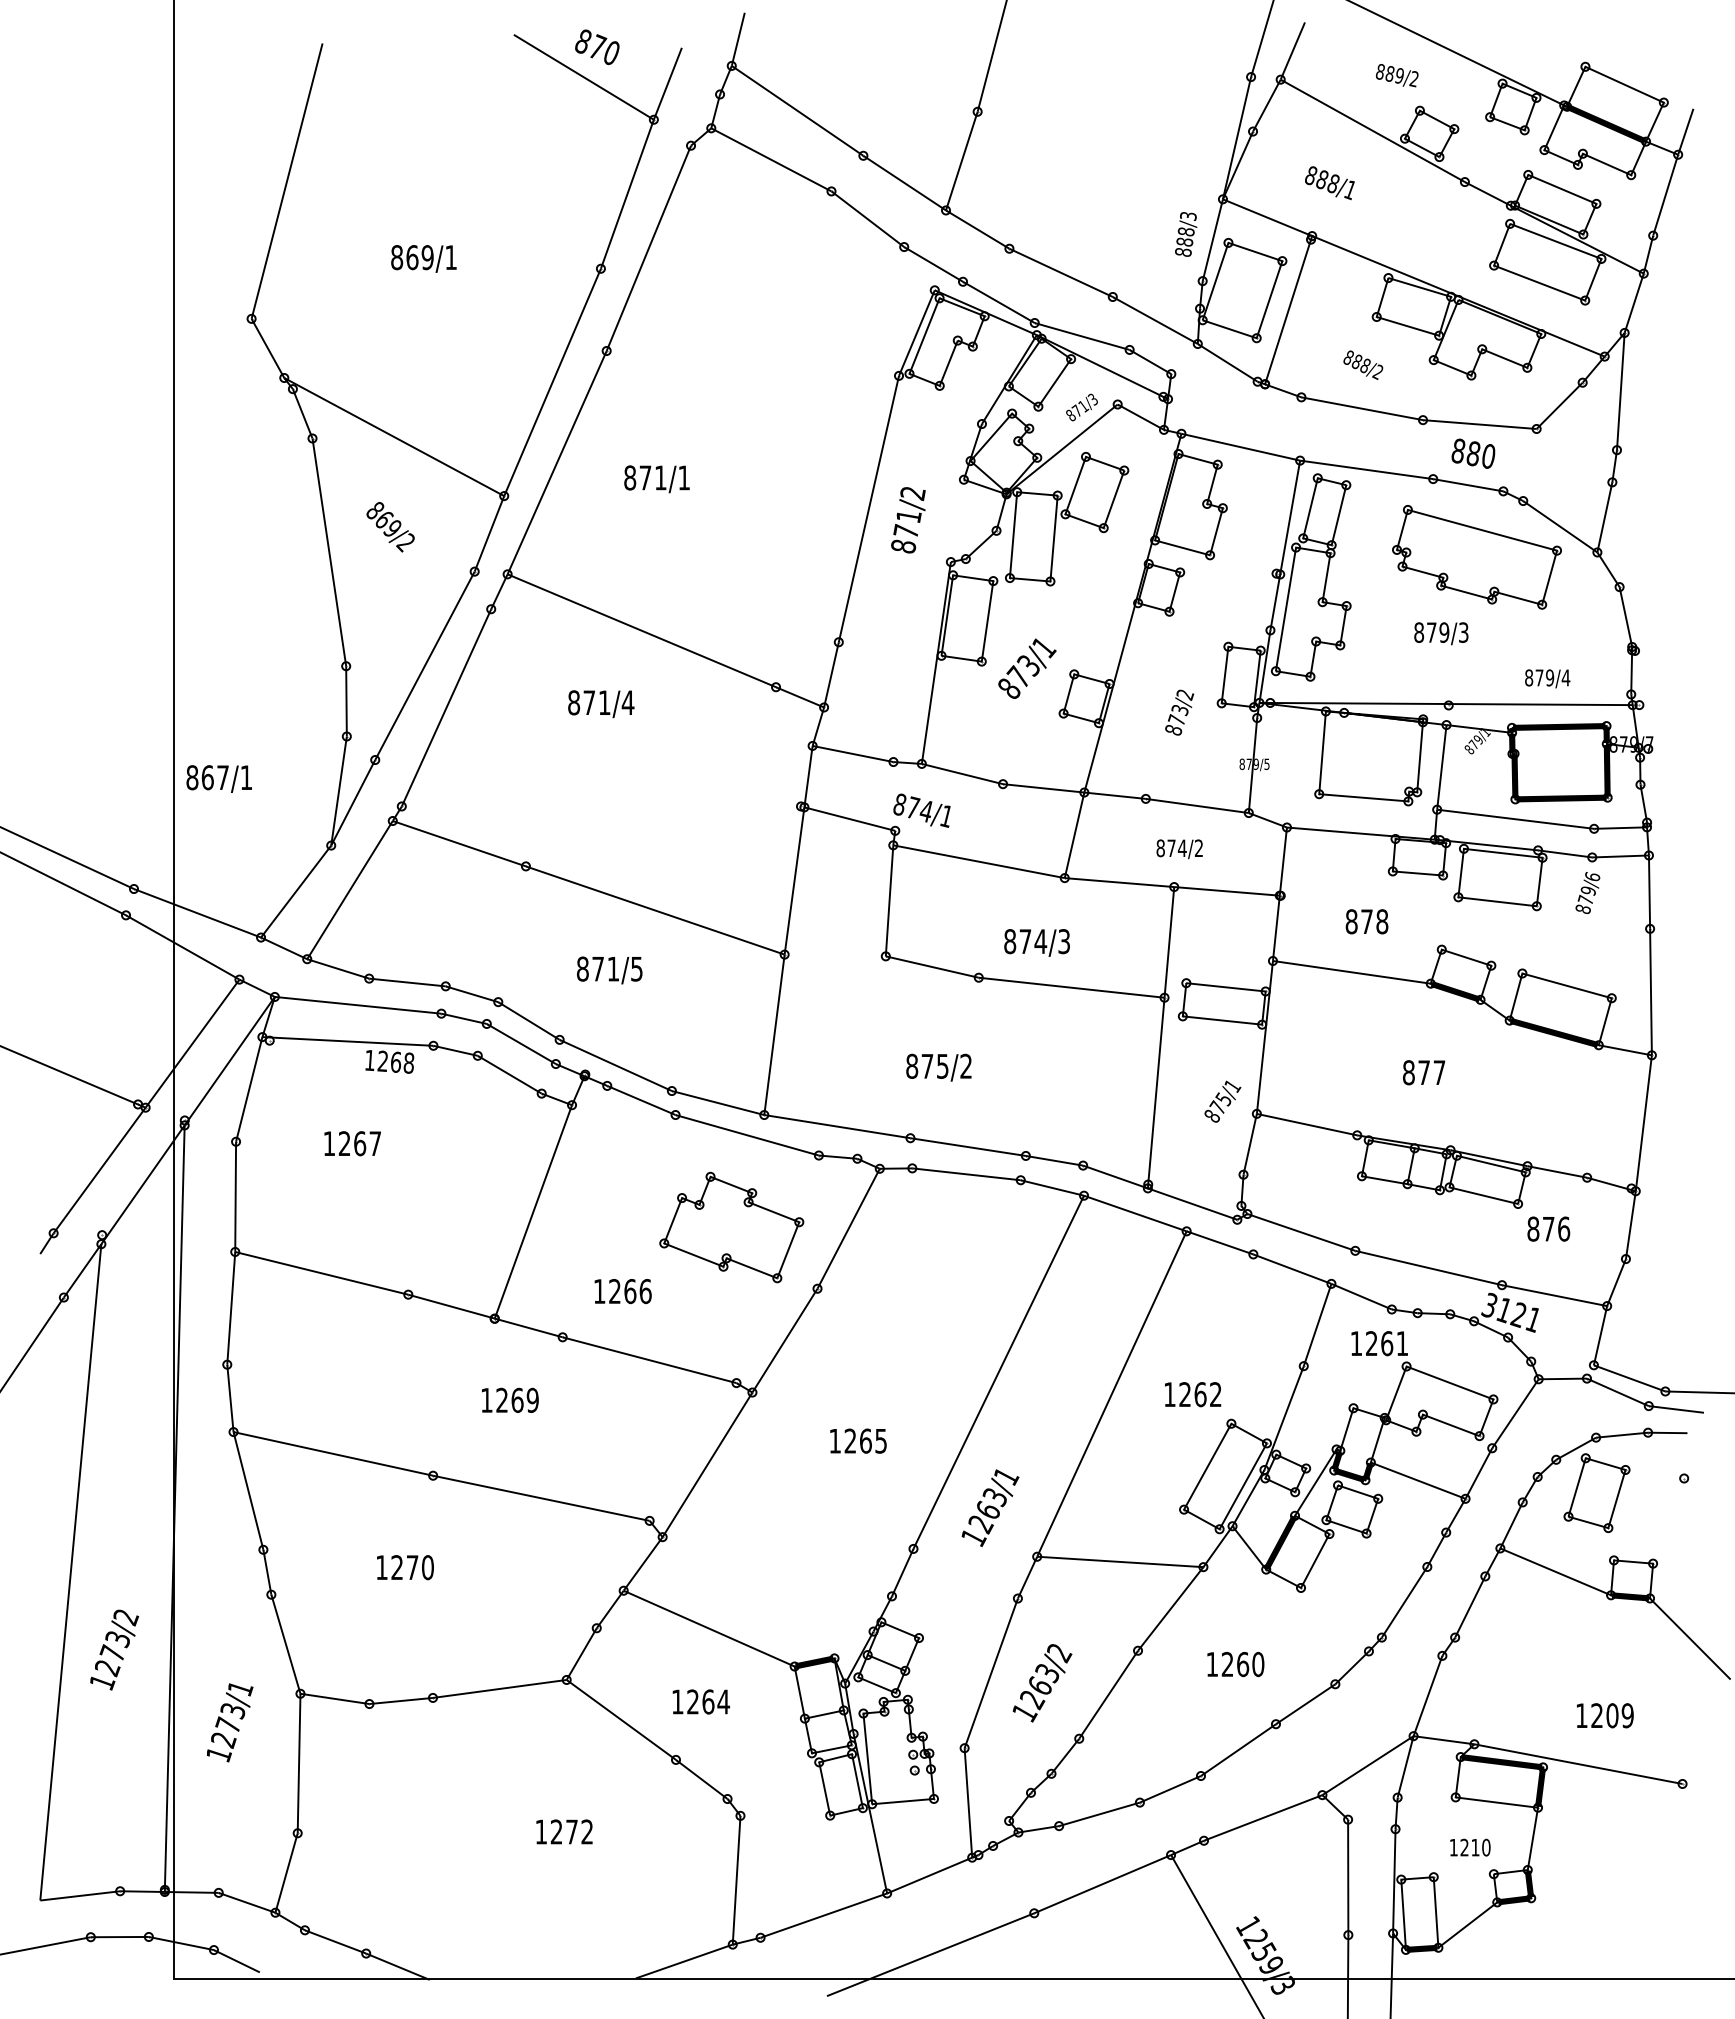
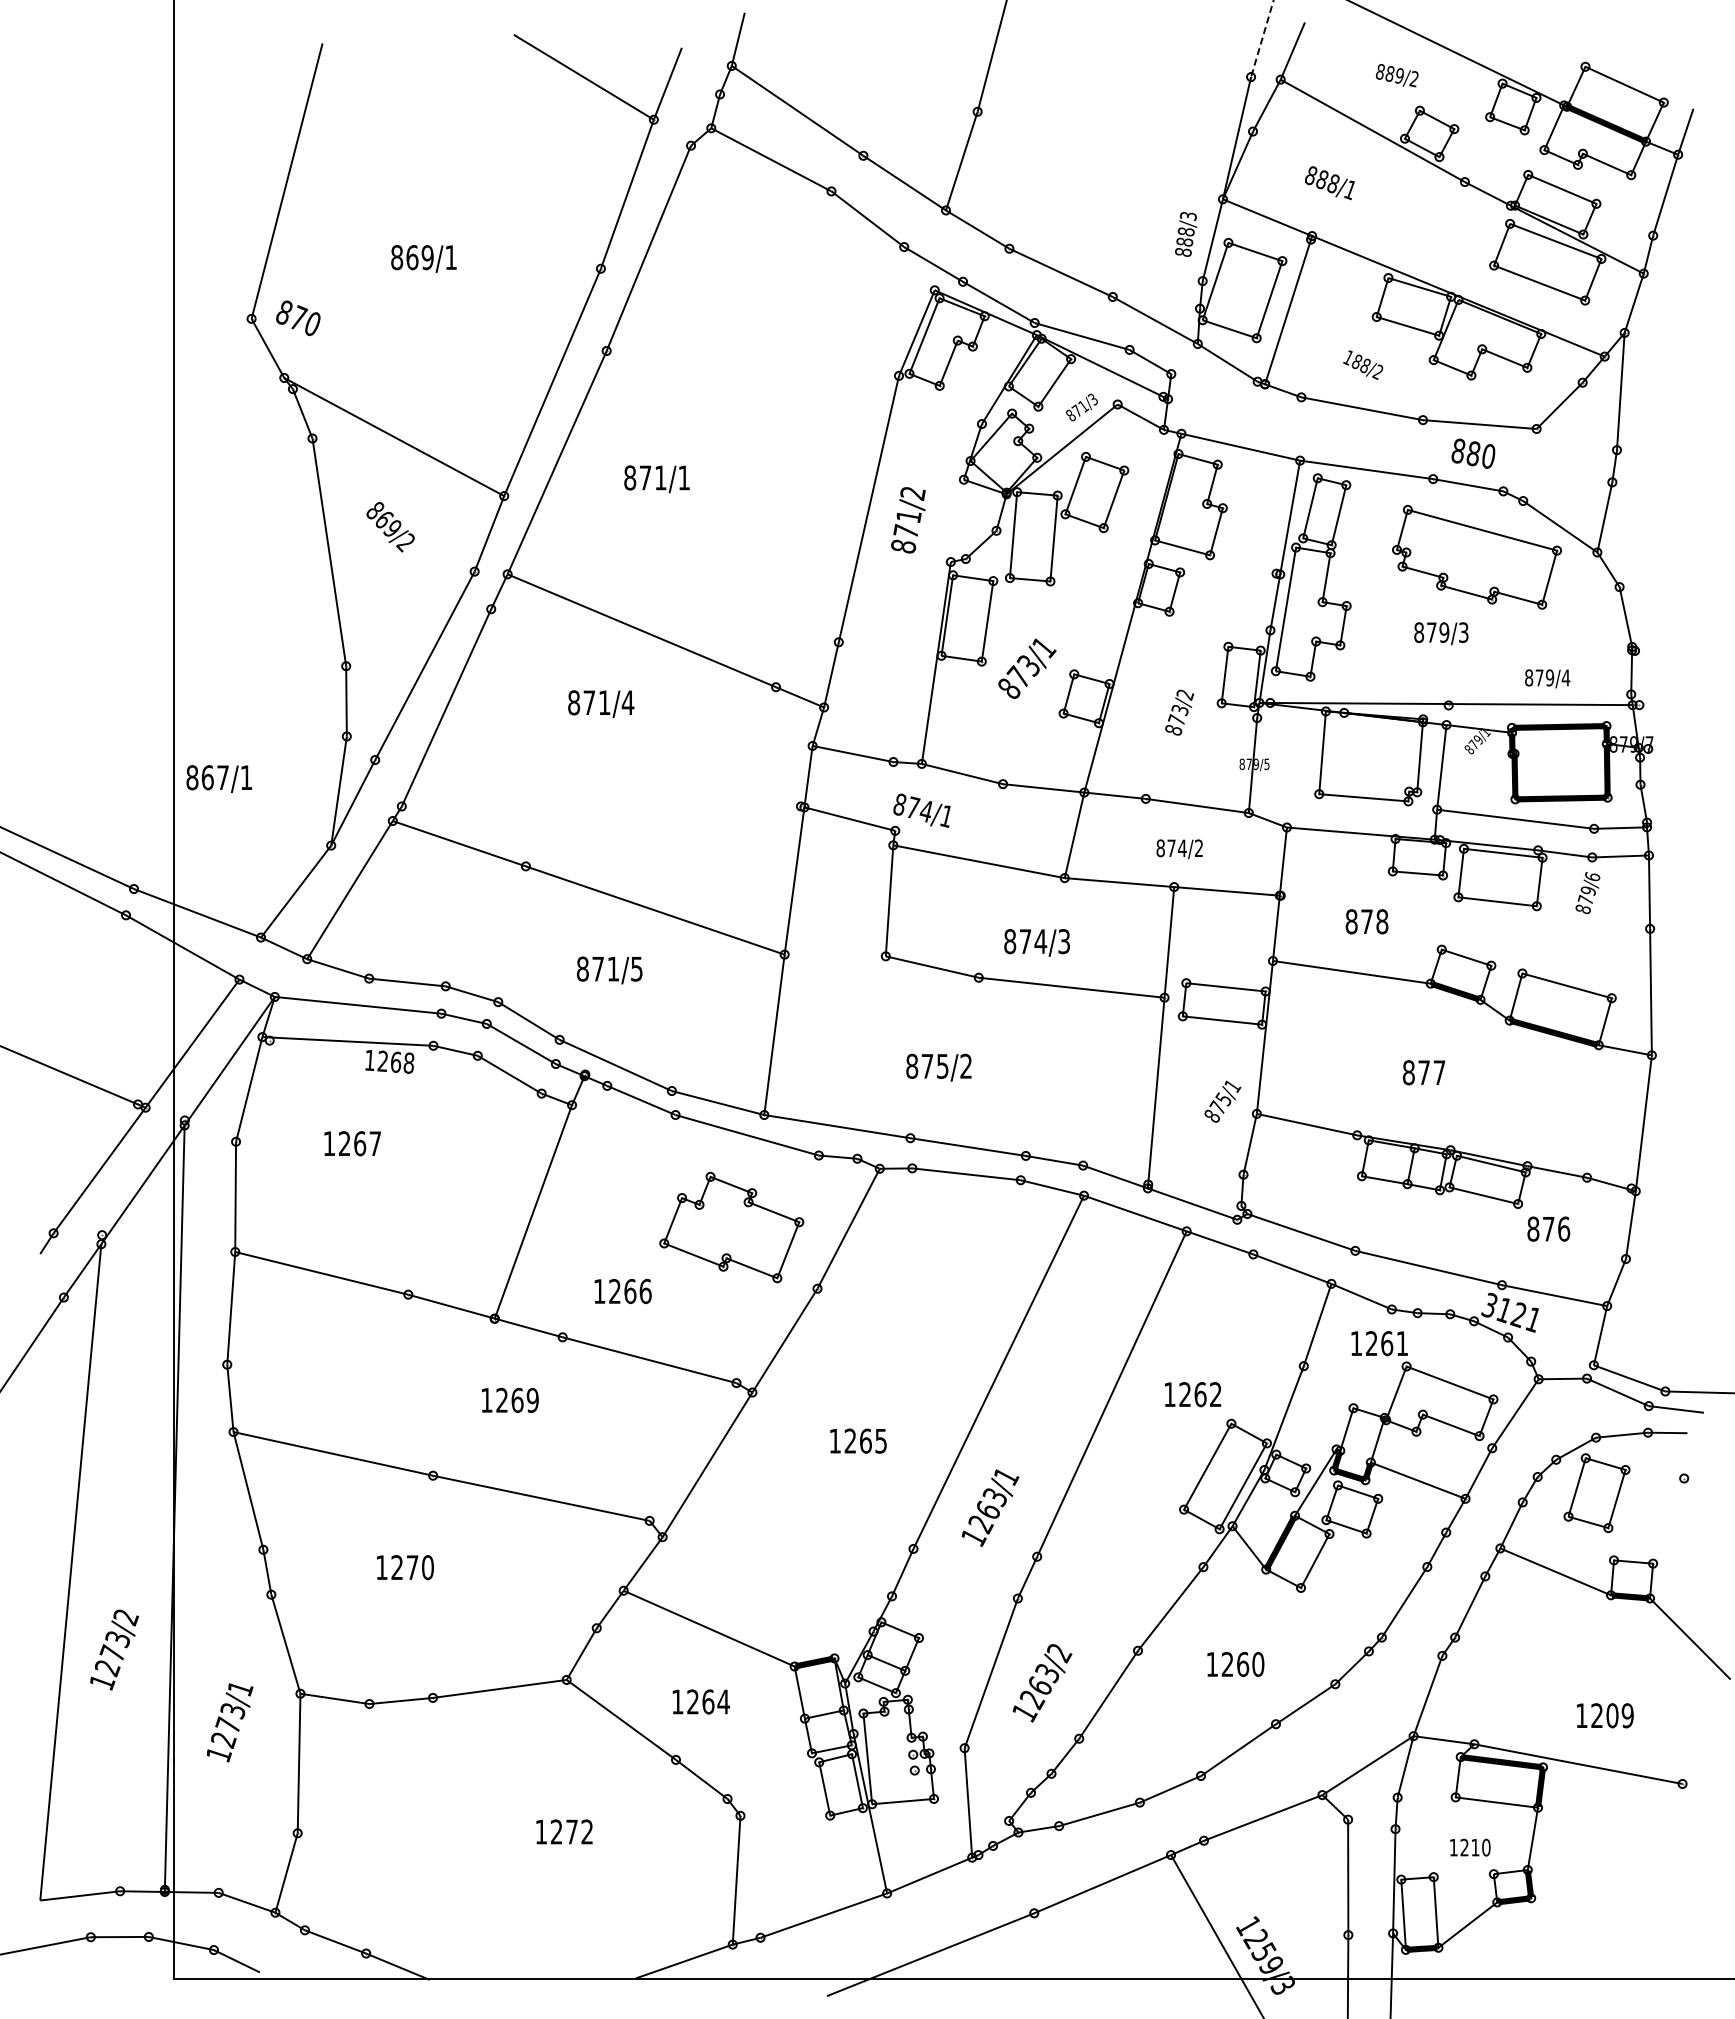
line at (1262, 37): solid -> dashed
text at (597, 47) position: (597, 47) -> (298, 318)
text at (1348, 357): 888/2 -> 188/2
line at (1120, 1561): present -> none
